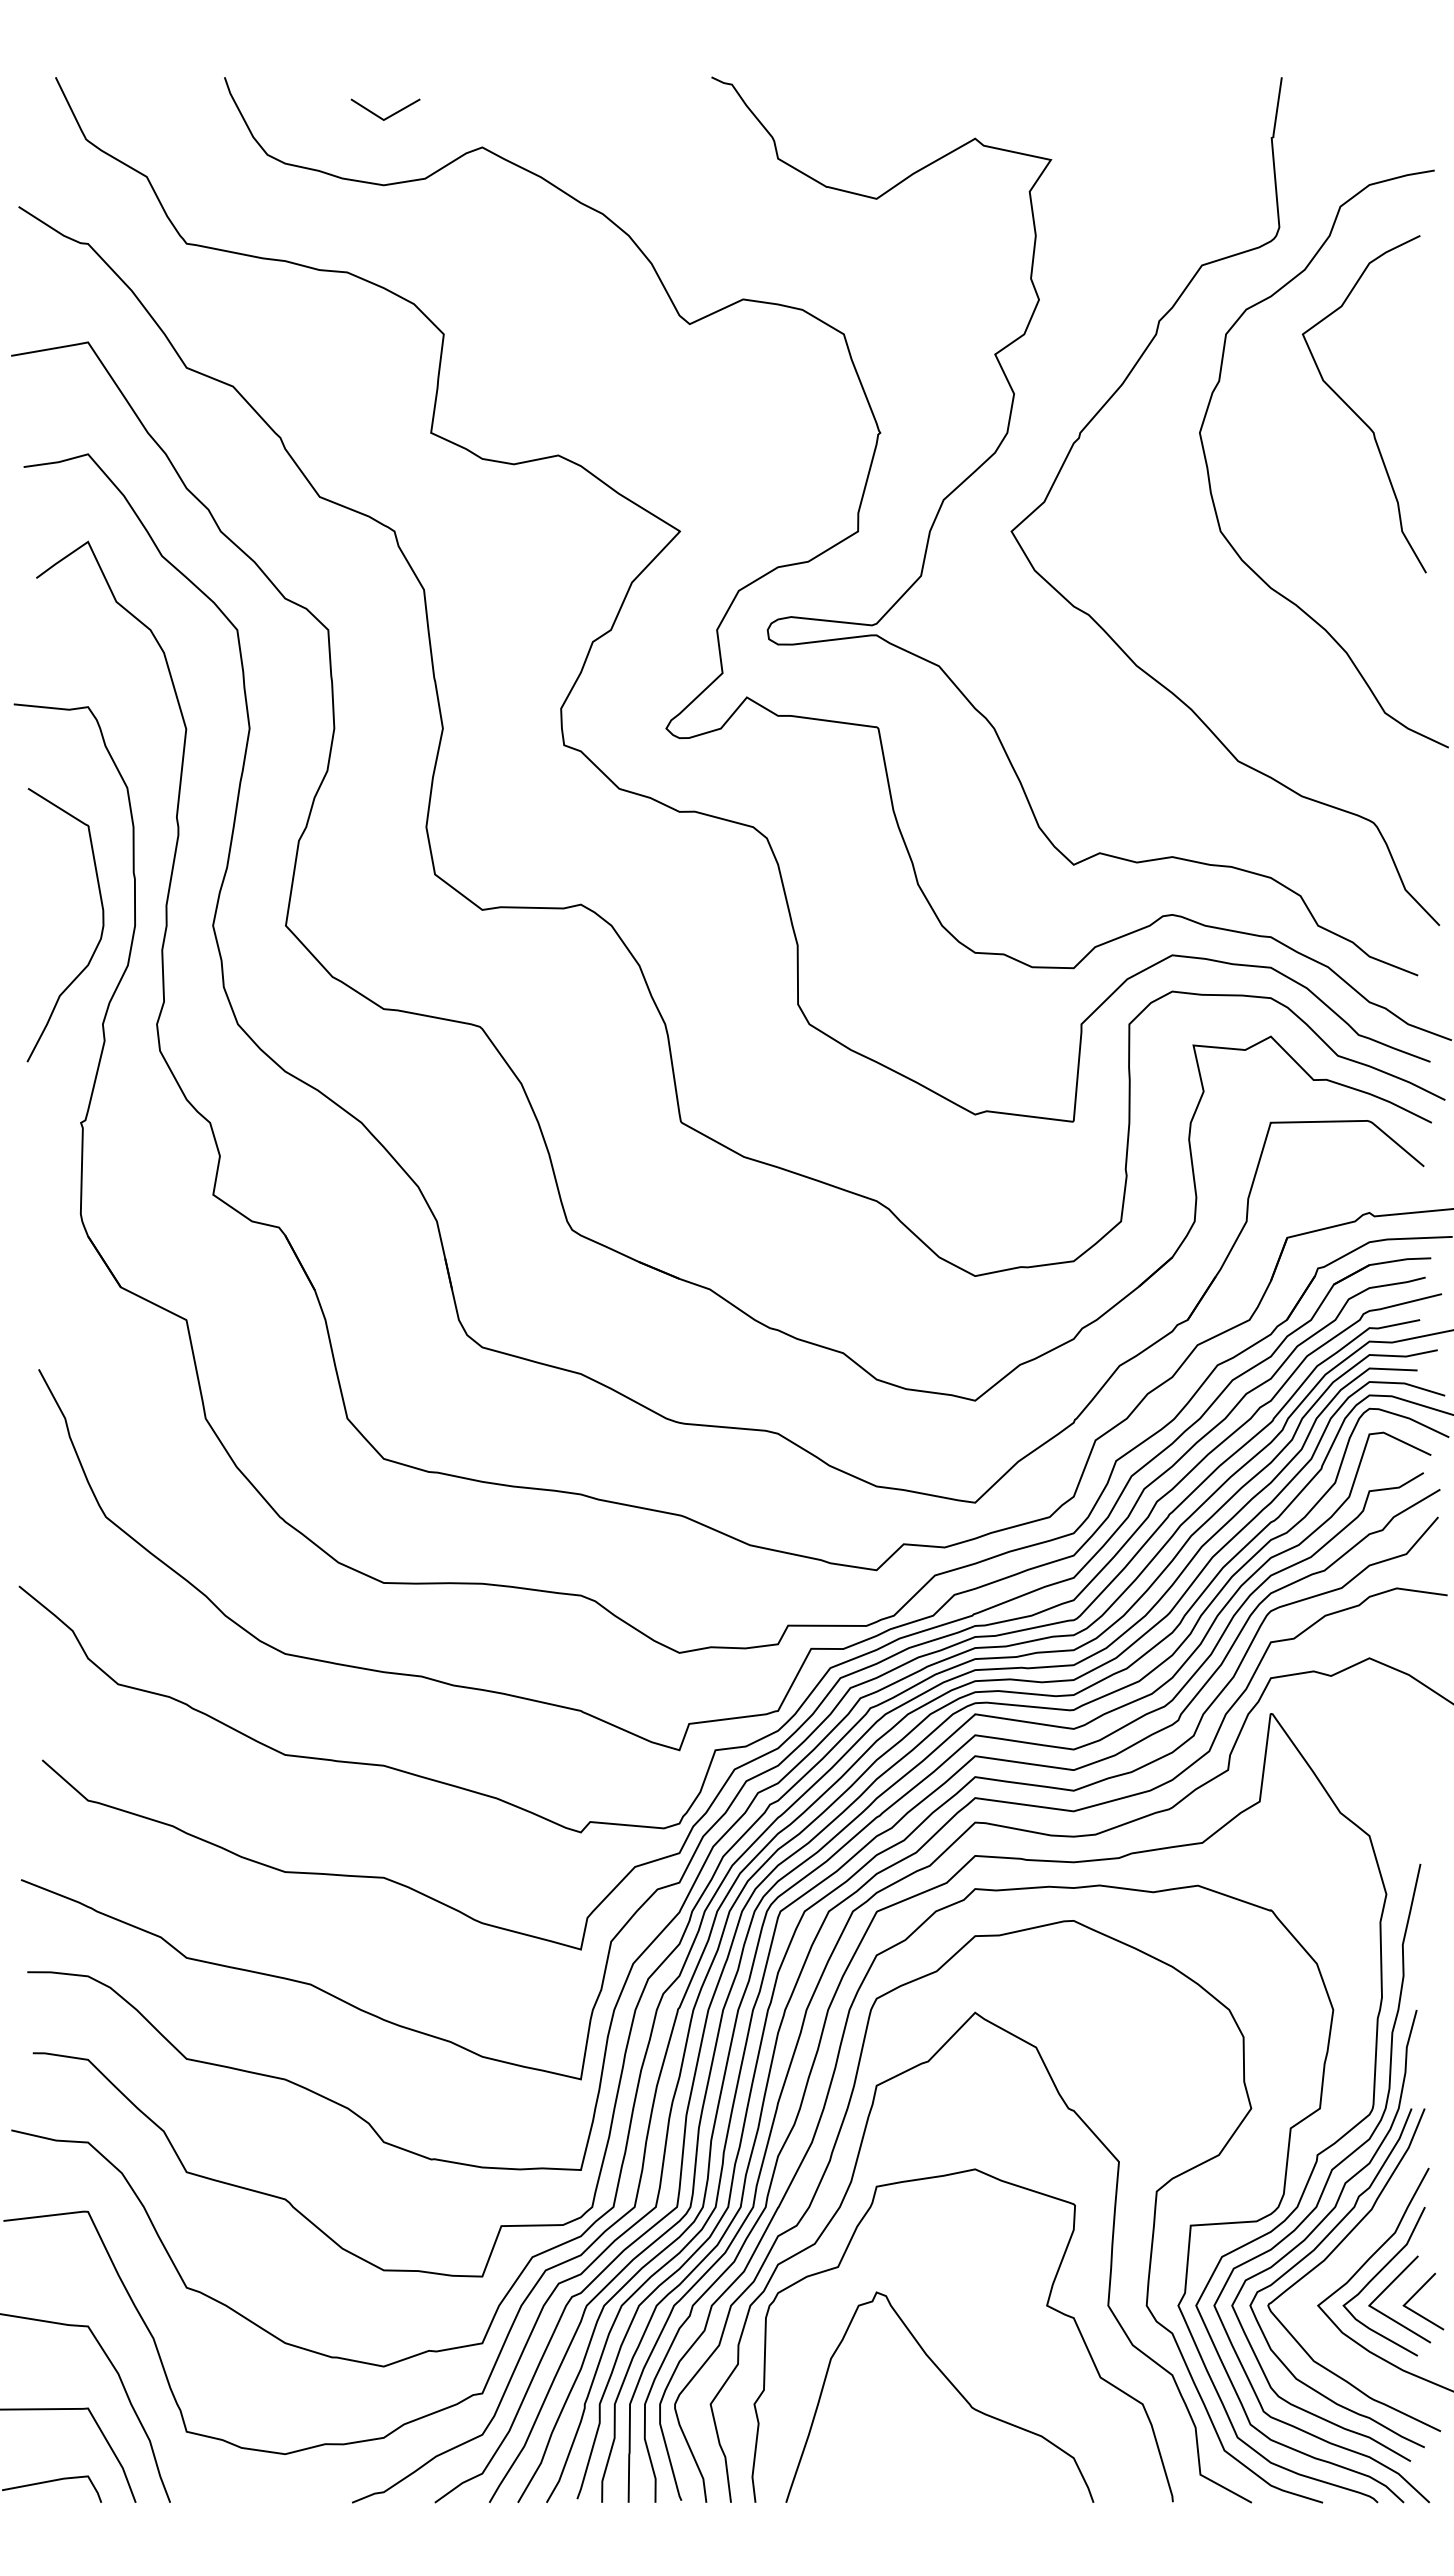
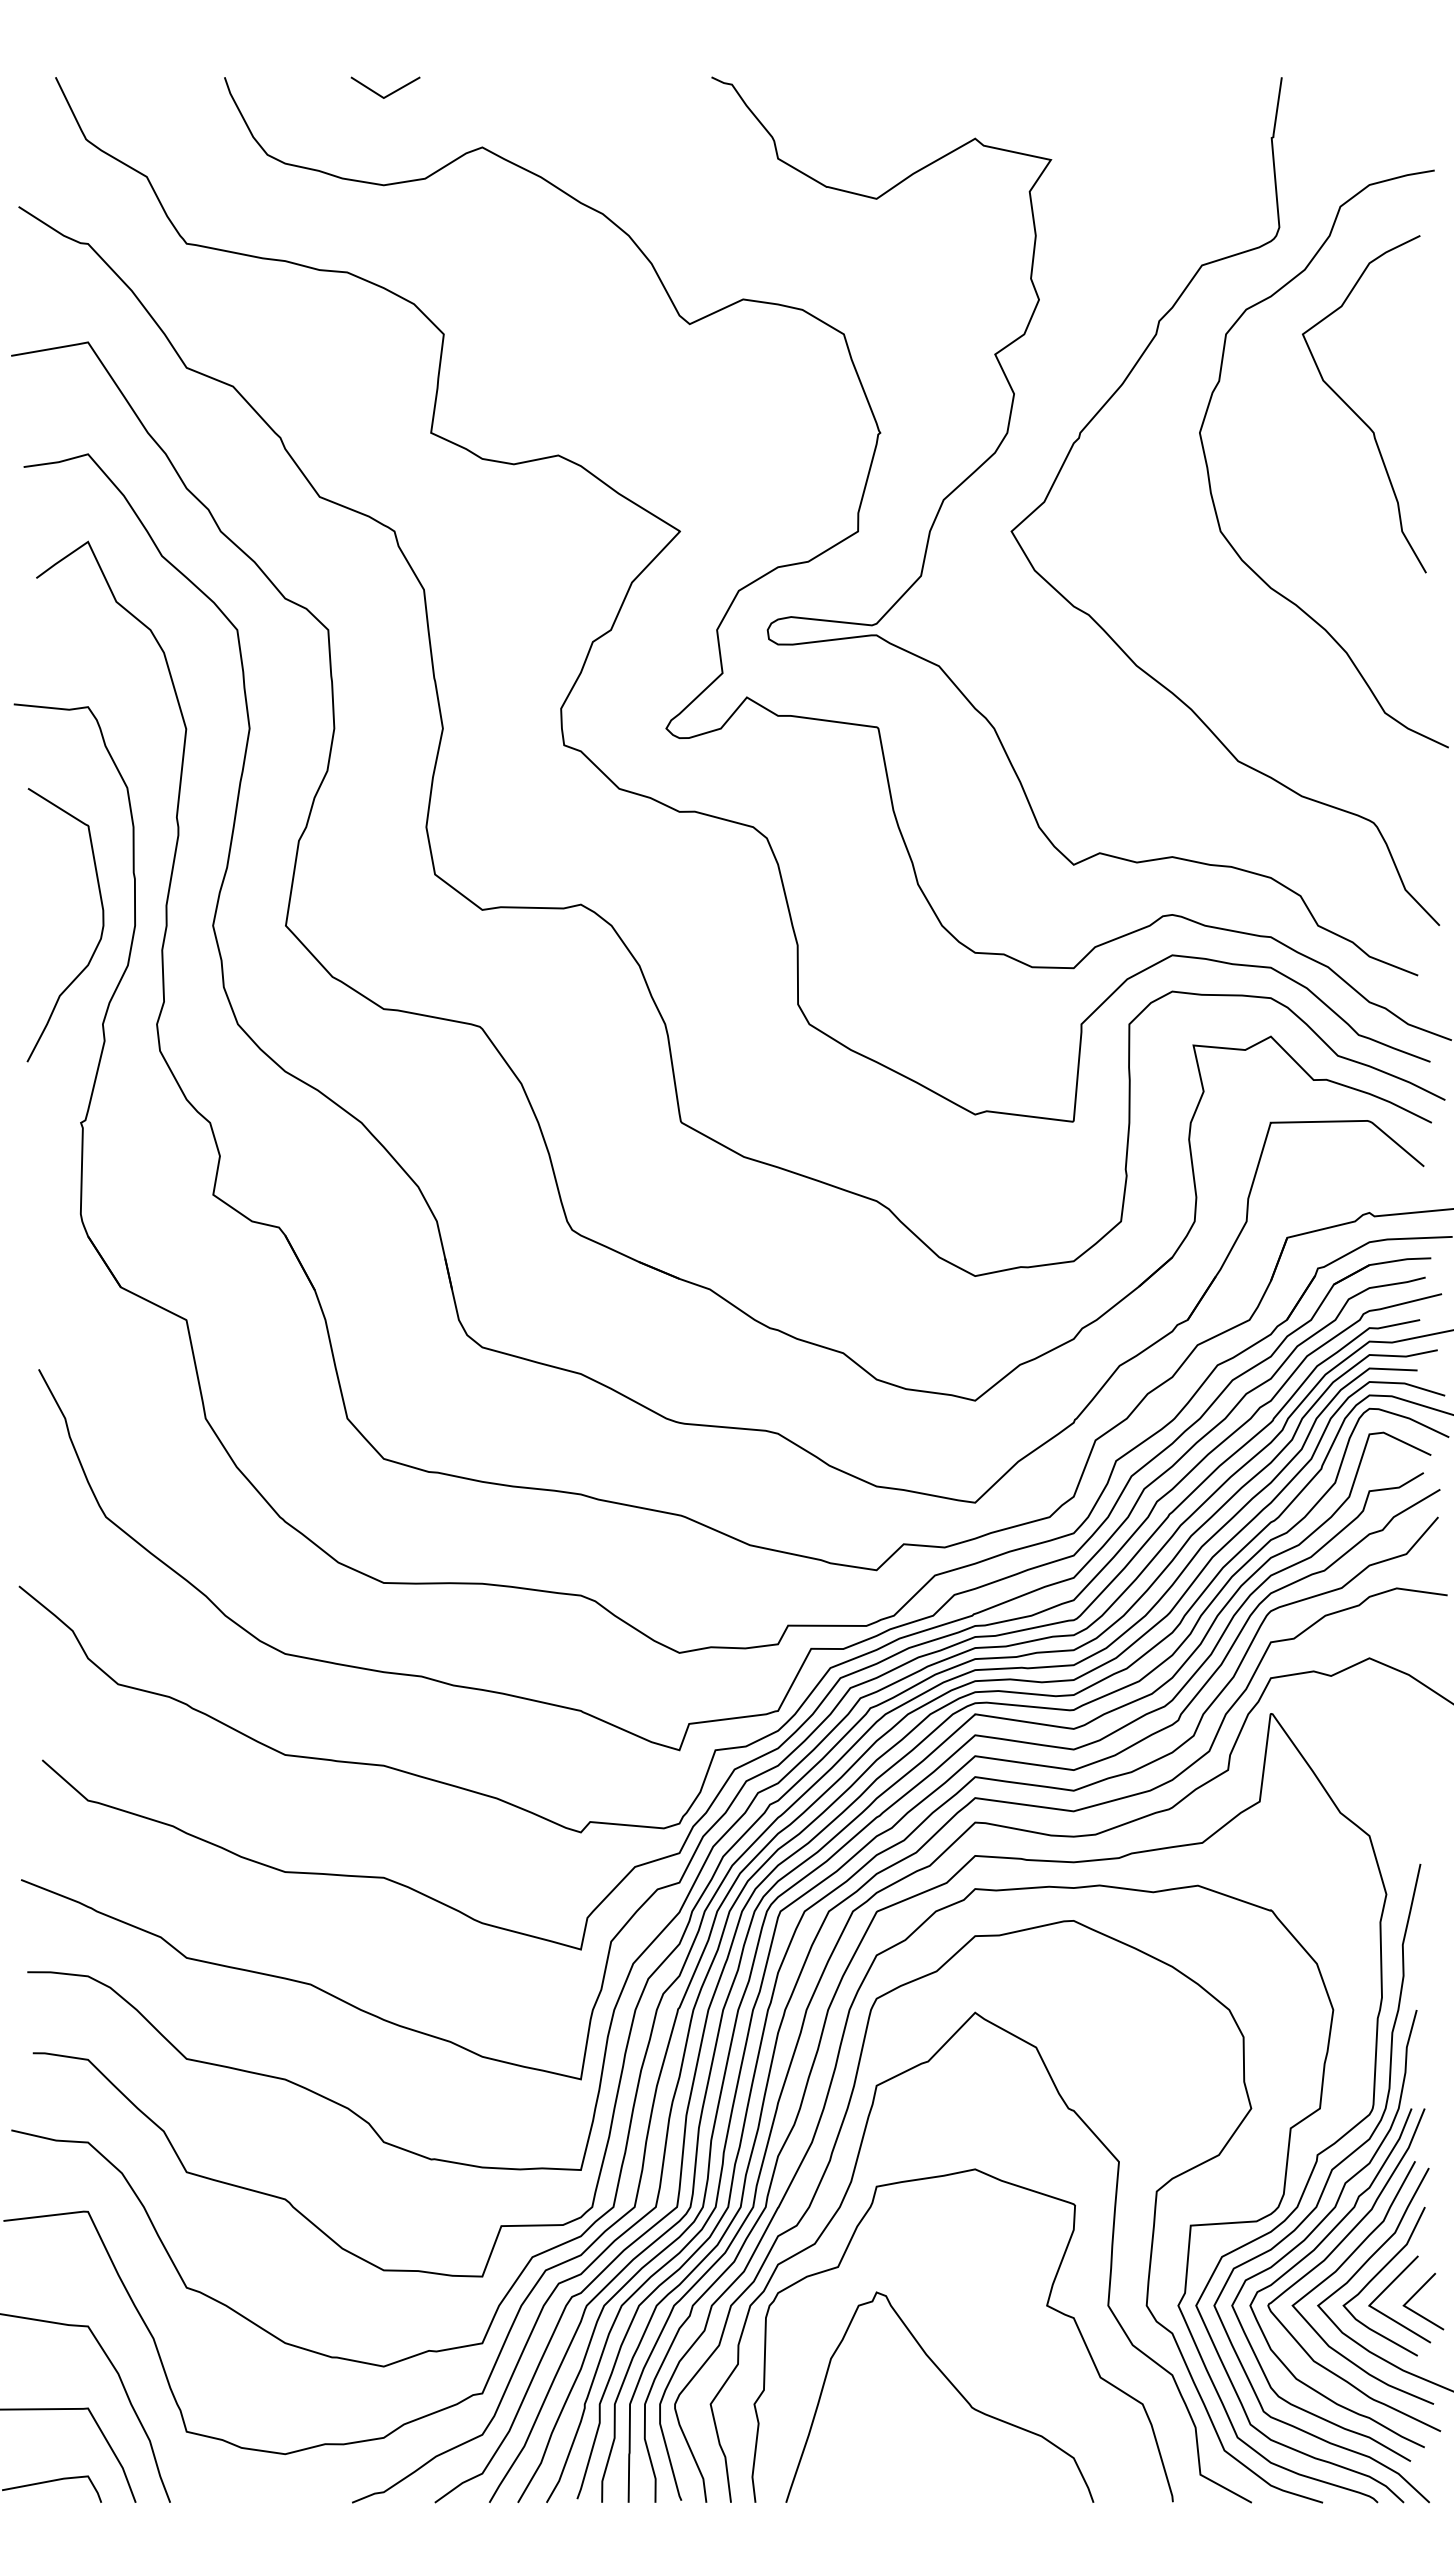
line at (389, 115) position: (389, 115) -> (389, 93)
curve at (1344, 2263): none -> present
